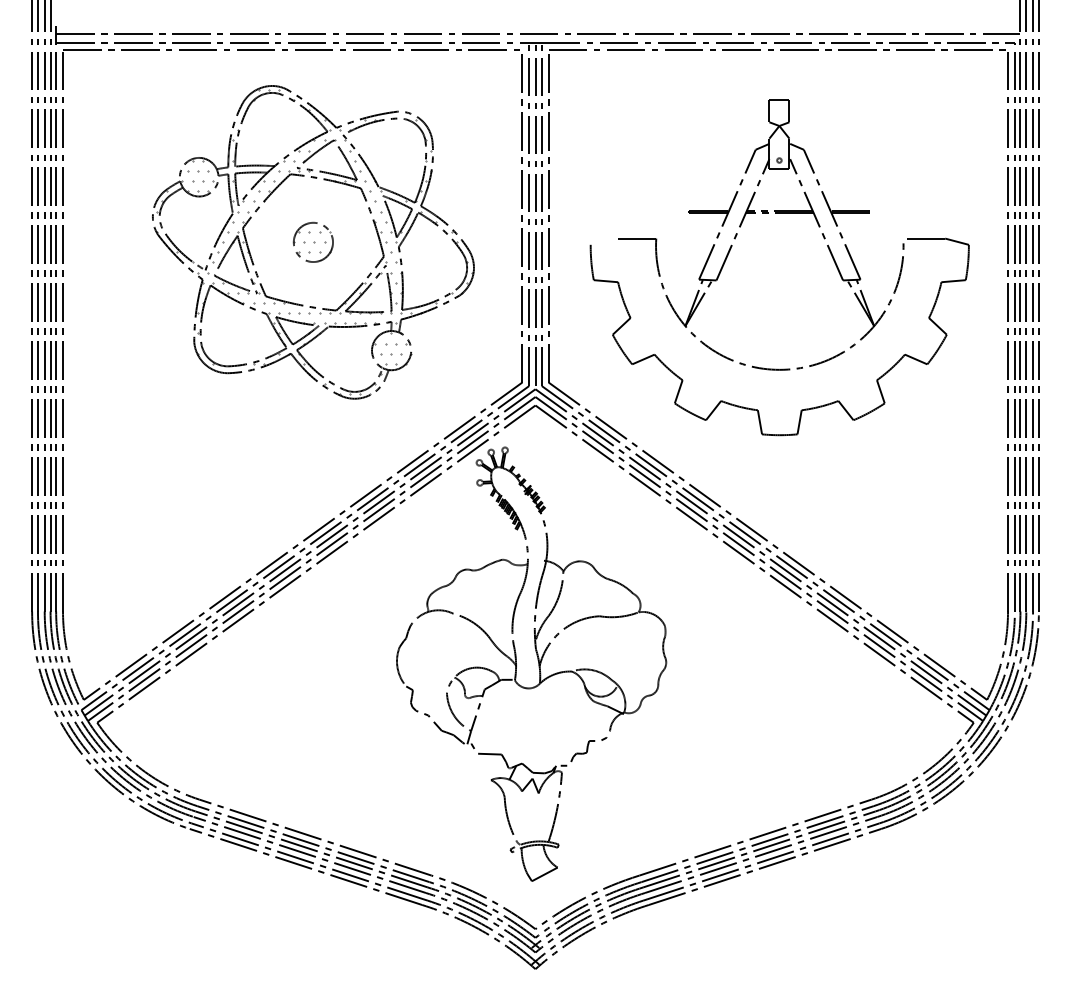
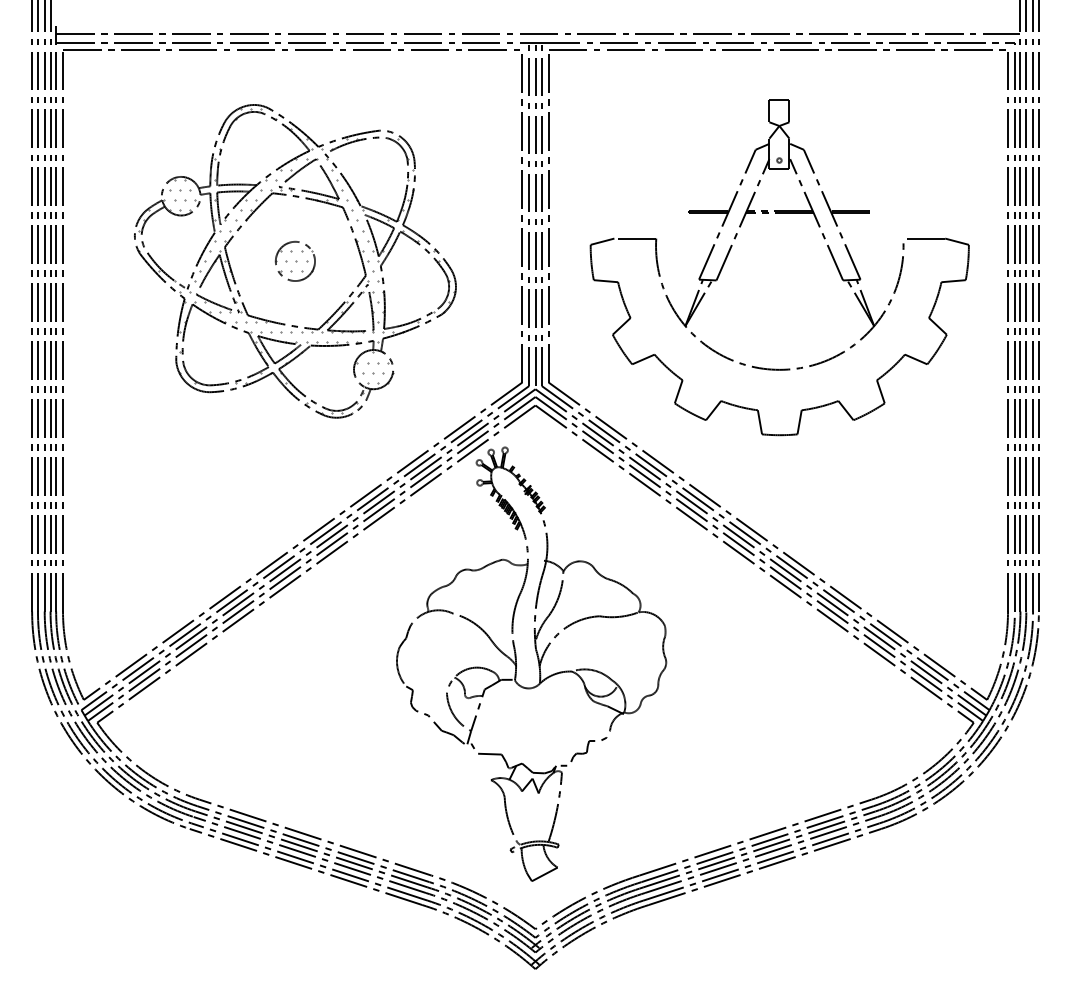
line at (602, 241): none -> present
part at (313, 242) position: (313, 242) -> (295, 261)
